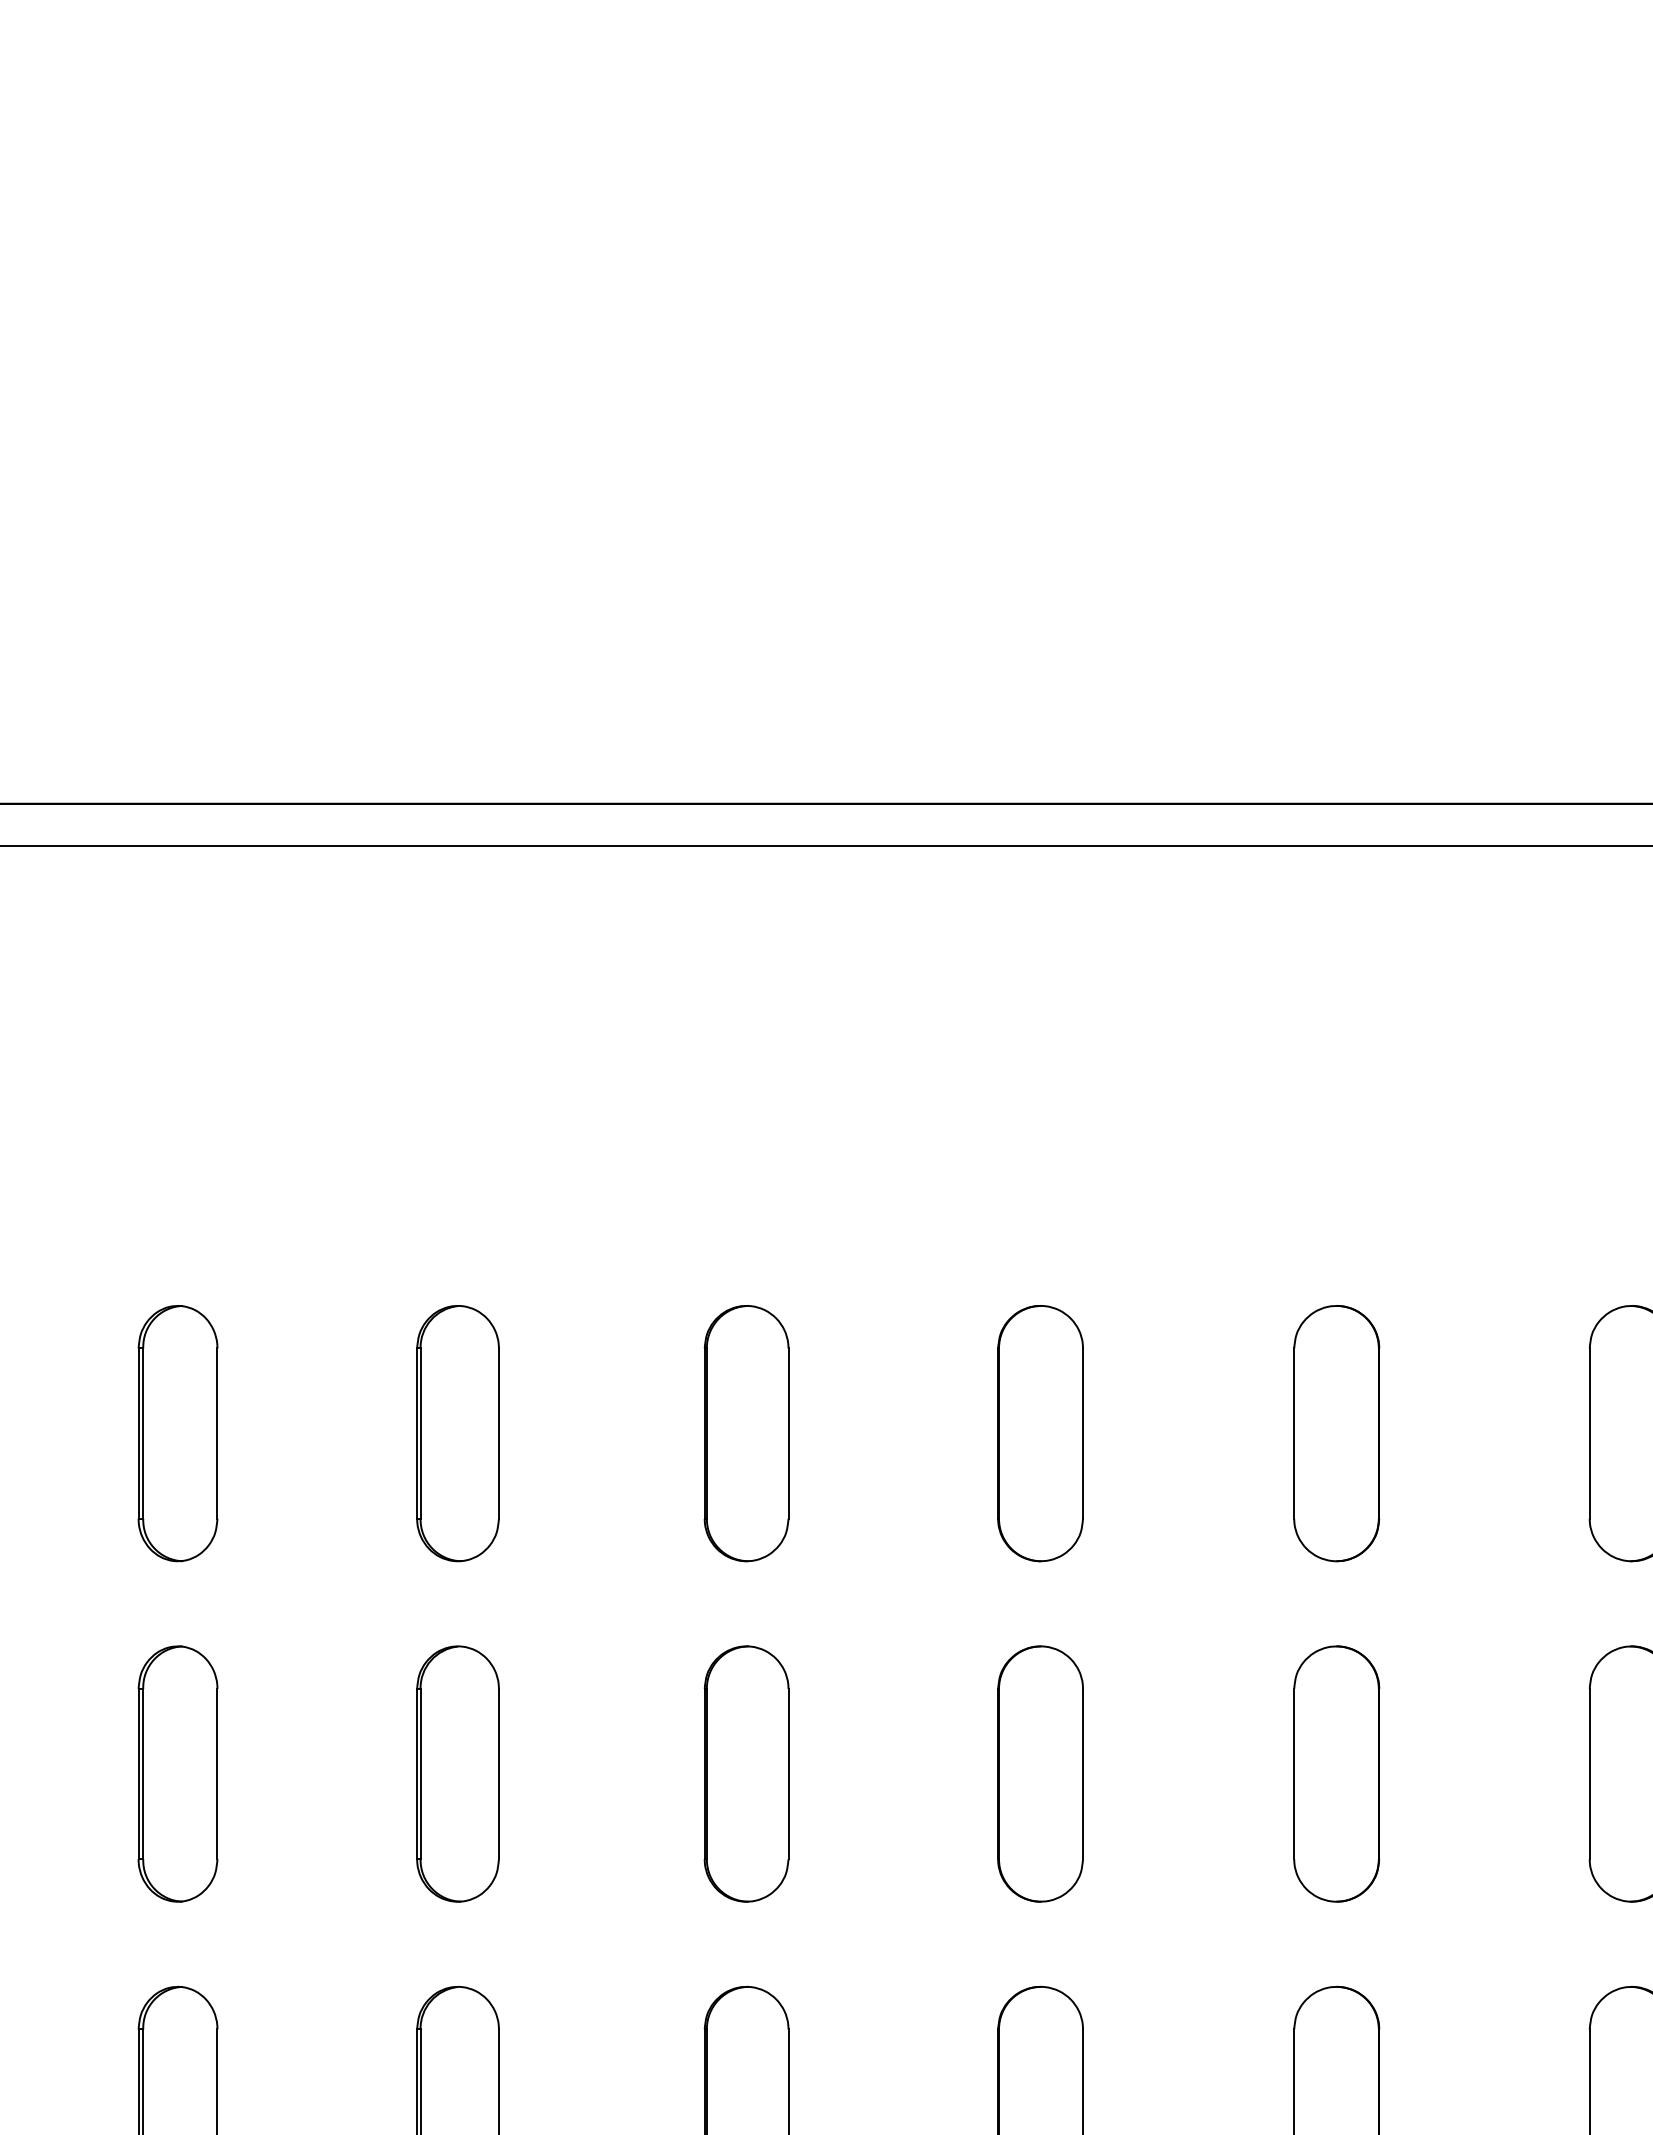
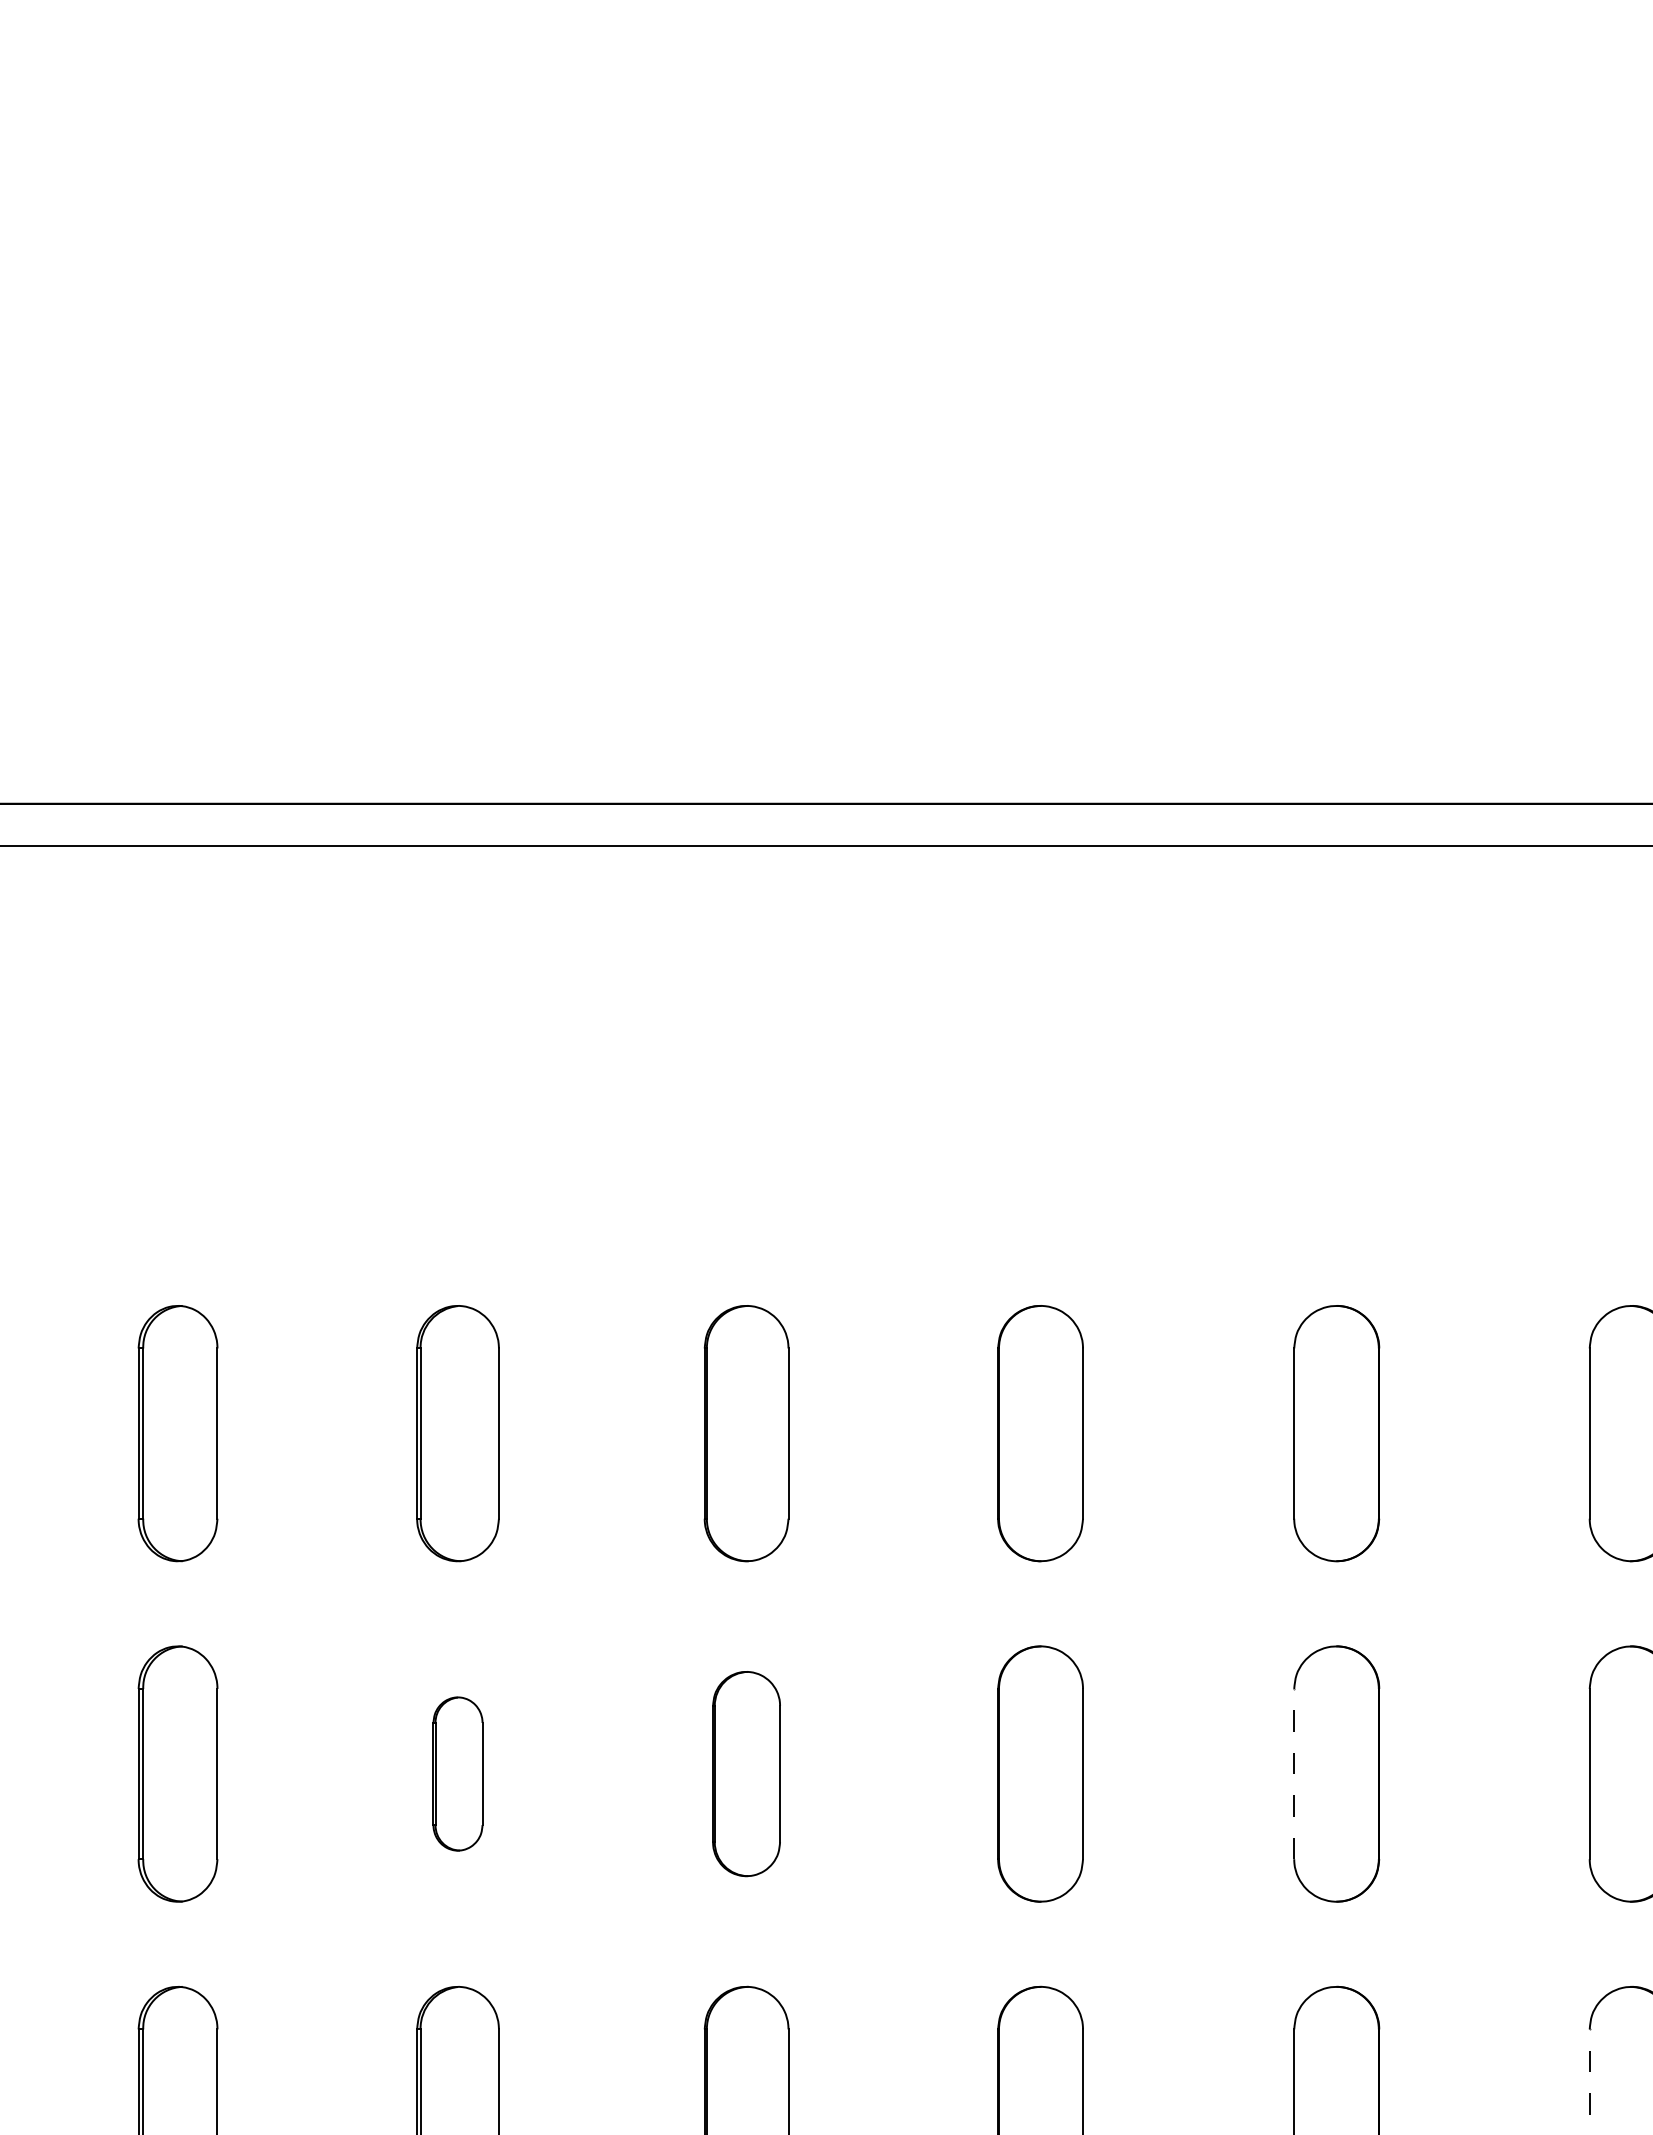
part at (457, 1773) size: 84x258 px -> 52x156 px
part at (746, 1773) size: 87x258 px -> 69x207 px
line at (1294, 1773): solid -> dashed
line at (1589, 2082): solid -> dashed
